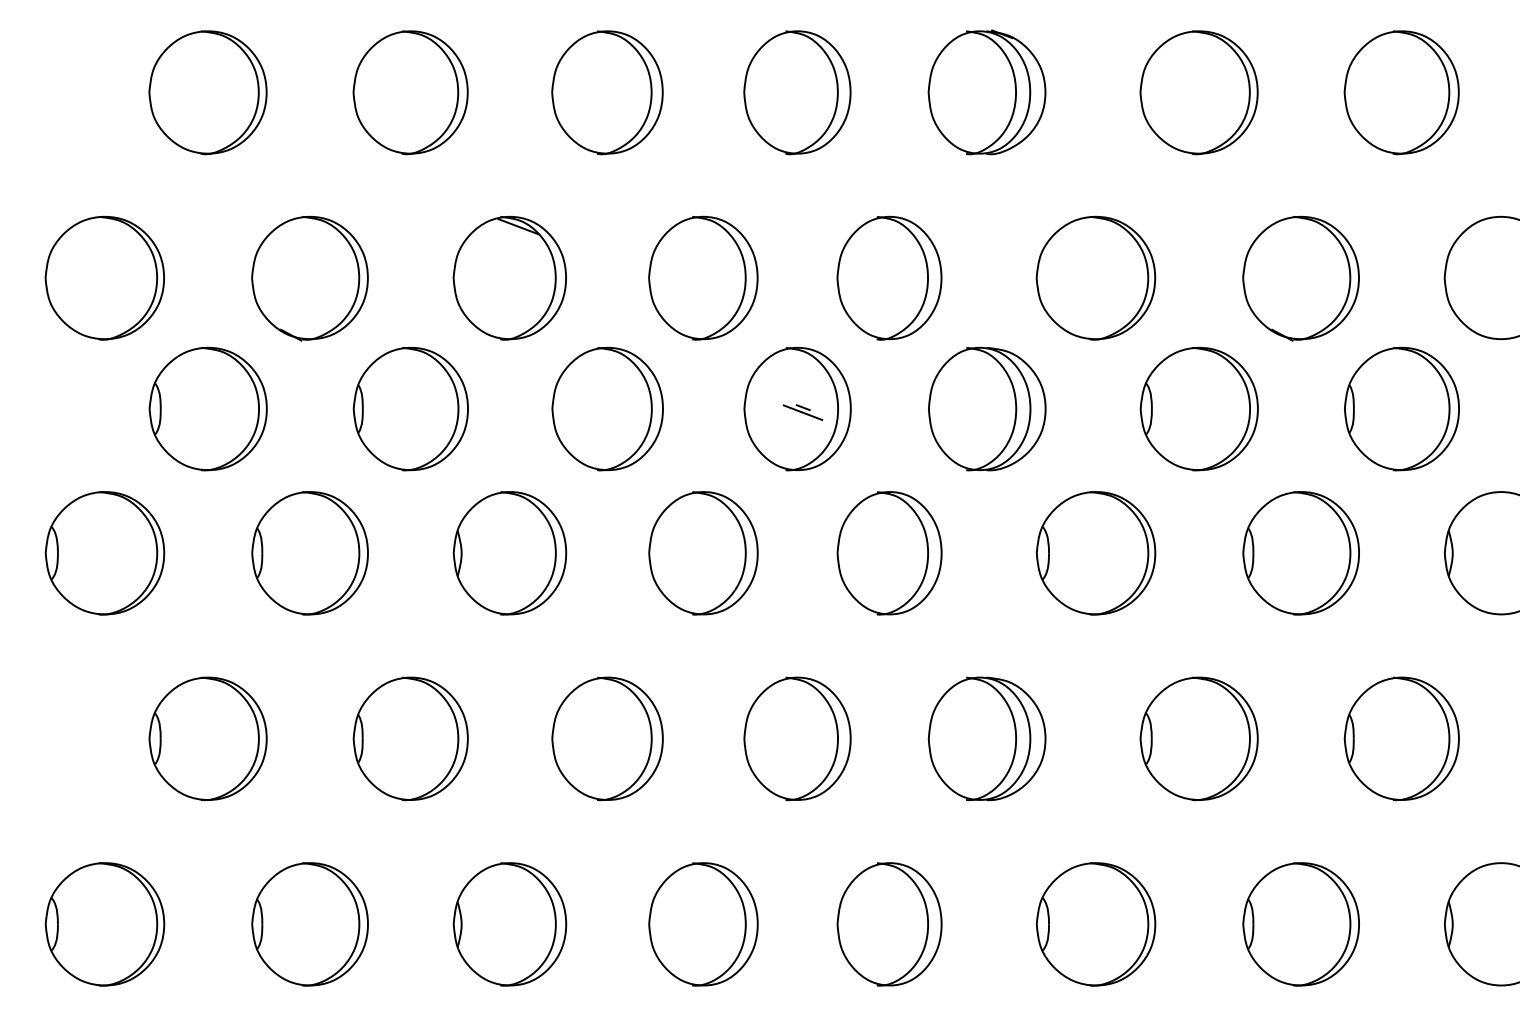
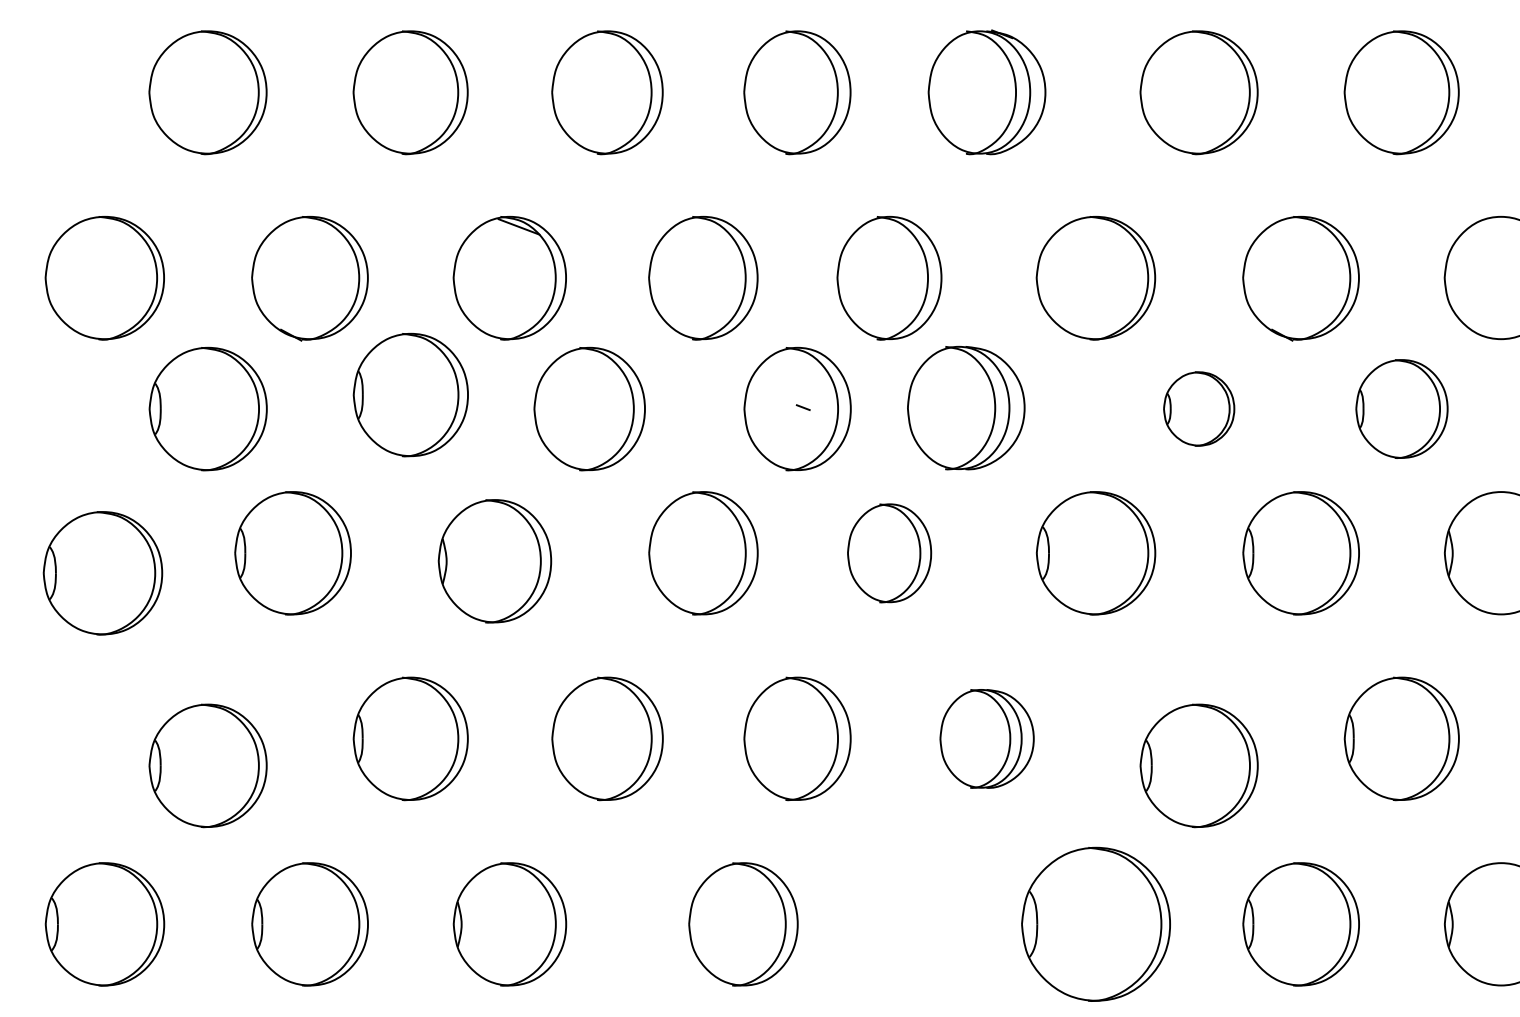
part at (410, 408) position: (410, 408) -> (410, 394)
part at (607, 408) position: (607, 408) -> (589, 408)
part at (987, 408) position: (987, 408) -> (966, 407)
part at (1198, 408) size: 120x126 px -> 73x76 px
part at (1401, 408) size: 116x126 px -> 94x100 px
line at (802, 412): present -> none
part at (104, 553) position: (104, 553) -> (102, 573)
part at (309, 553) position: (309, 553) -> (292, 553)
part at (509, 553) position: (509, 553) -> (494, 561)
part at (889, 553) size: 107x125 px -> 86x101 px
part at (207, 738) position: (207, 738) -> (207, 765)
part at (986, 738) size: 120x126 px -> 96x100 px
part at (1198, 738) position: (1198, 738) -> (1198, 765)
part at (703, 924) position: (703, 924) -> (743, 924)
part at (889, 924): present -> none
part at (1095, 924) size: 122x125 px -> 150x156 px
